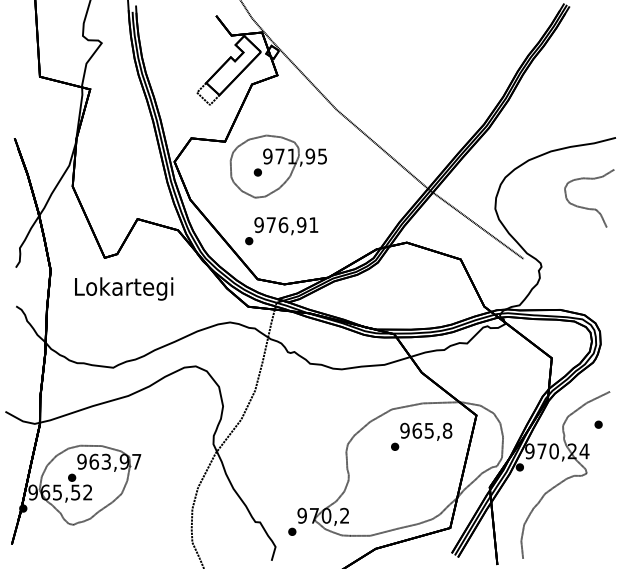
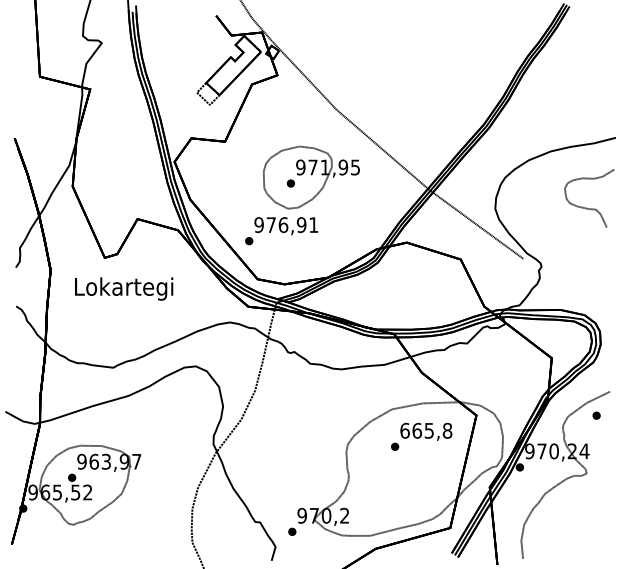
part at (277, 166) position: (277, 166) -> (310, 177)
part at (598, 424) position: (598, 424) -> (596, 415)
text at (404, 430): 965,8 -> 665,8
